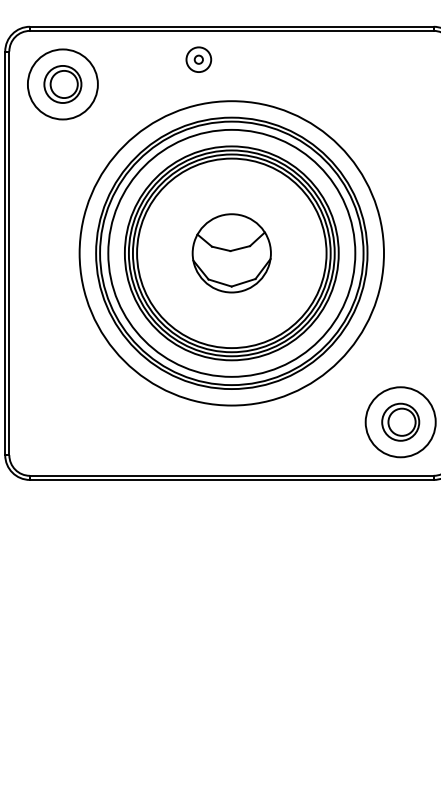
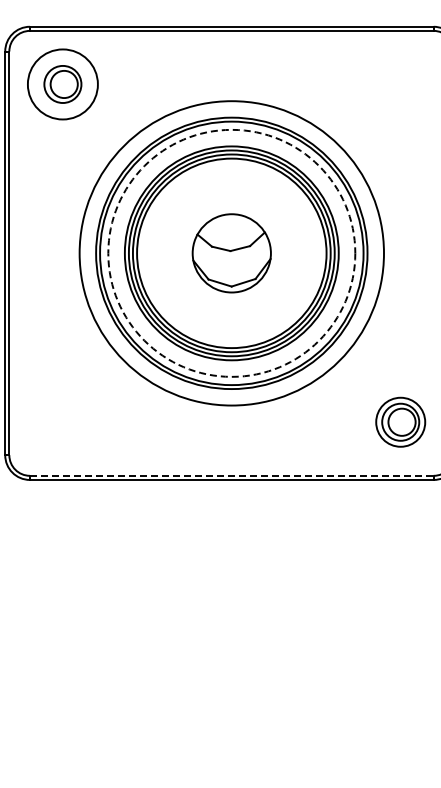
part at (198, 59): present -> none
circle at (231, 252): solid -> dashed
circle at (400, 422) diameter: 70 px -> 49 px
line at (231, 475): solid -> dashed
